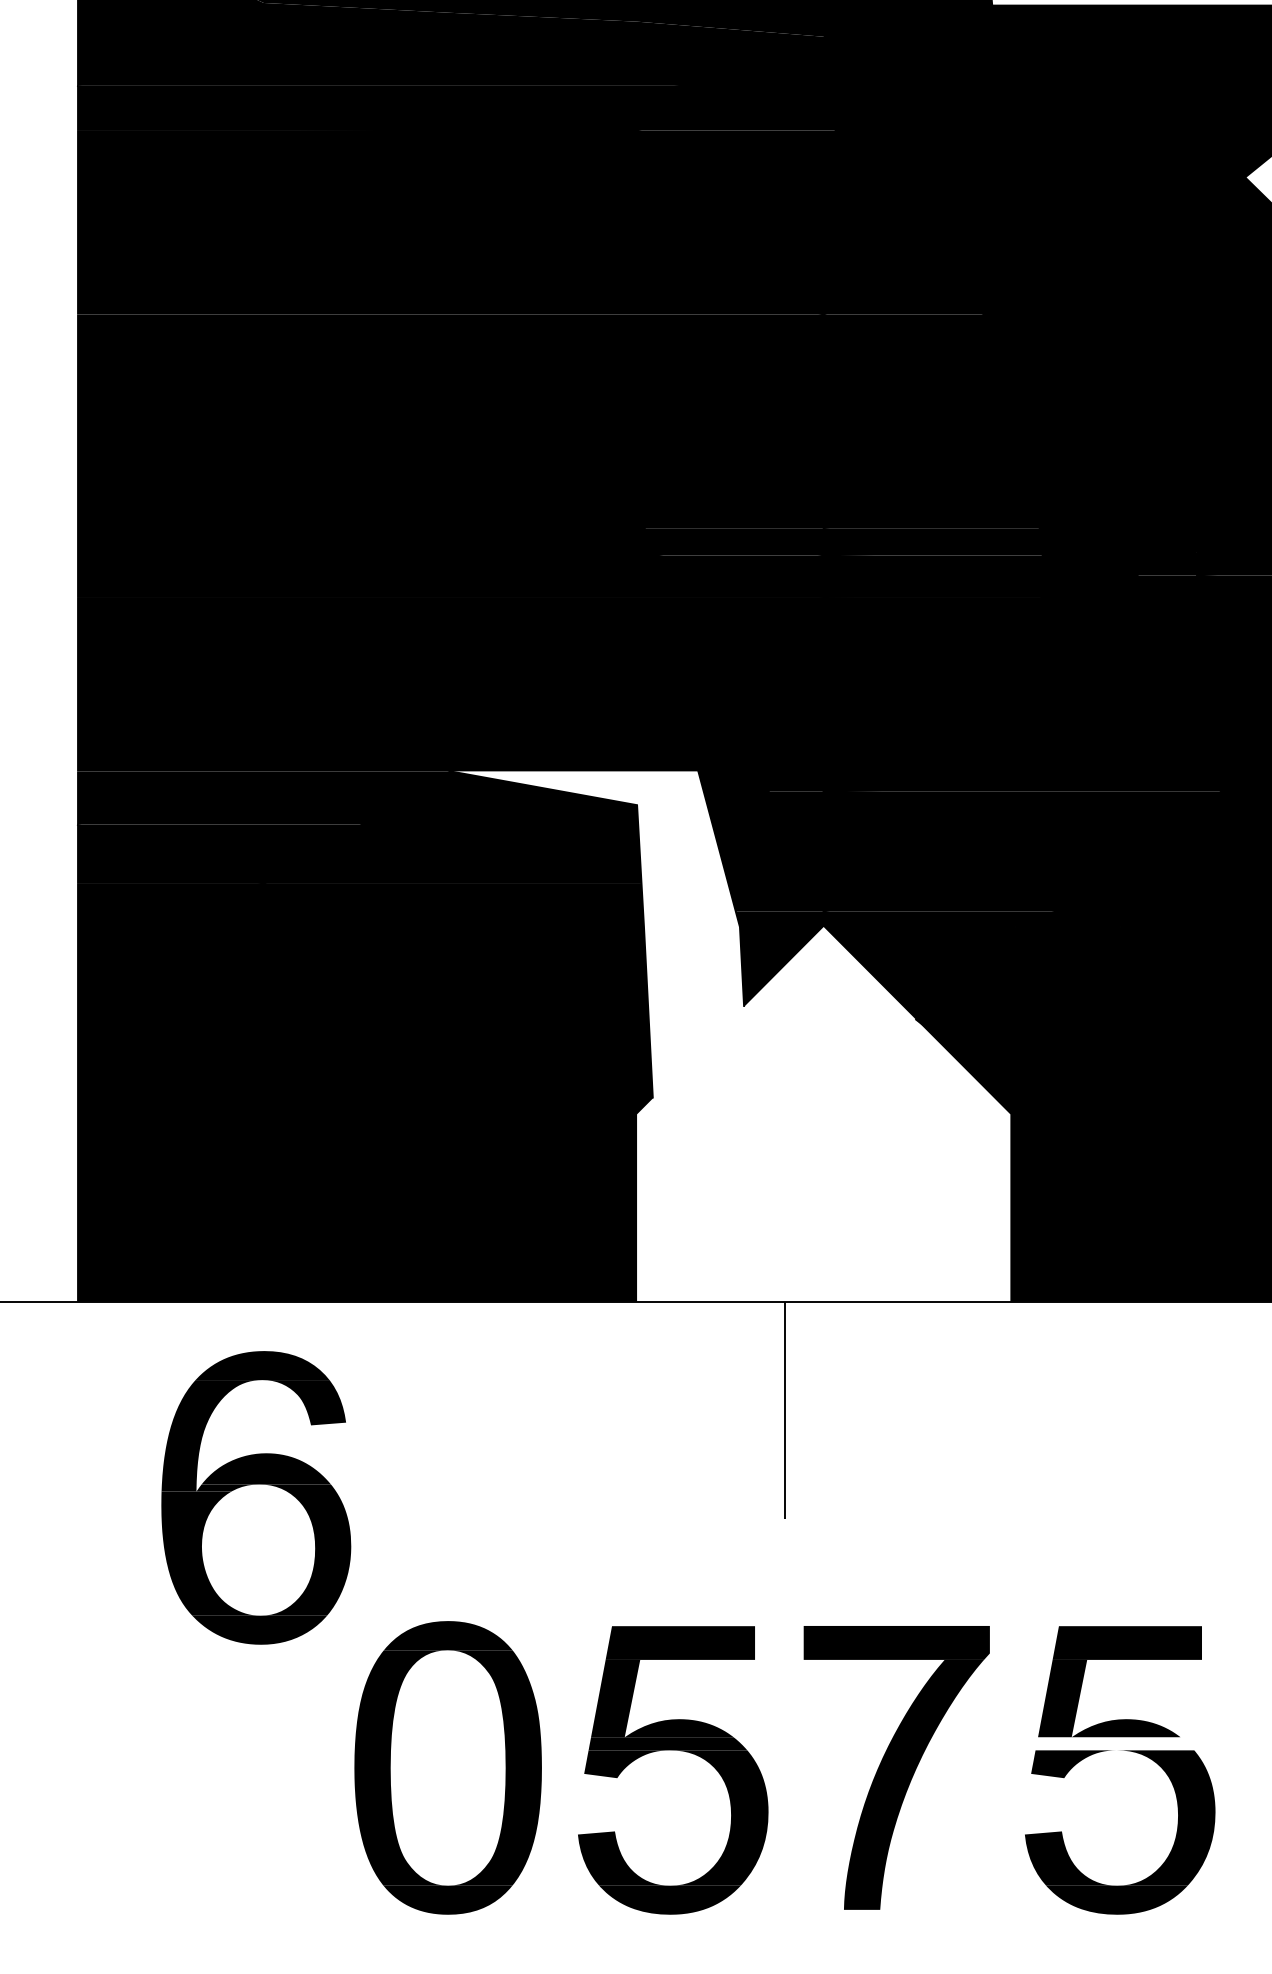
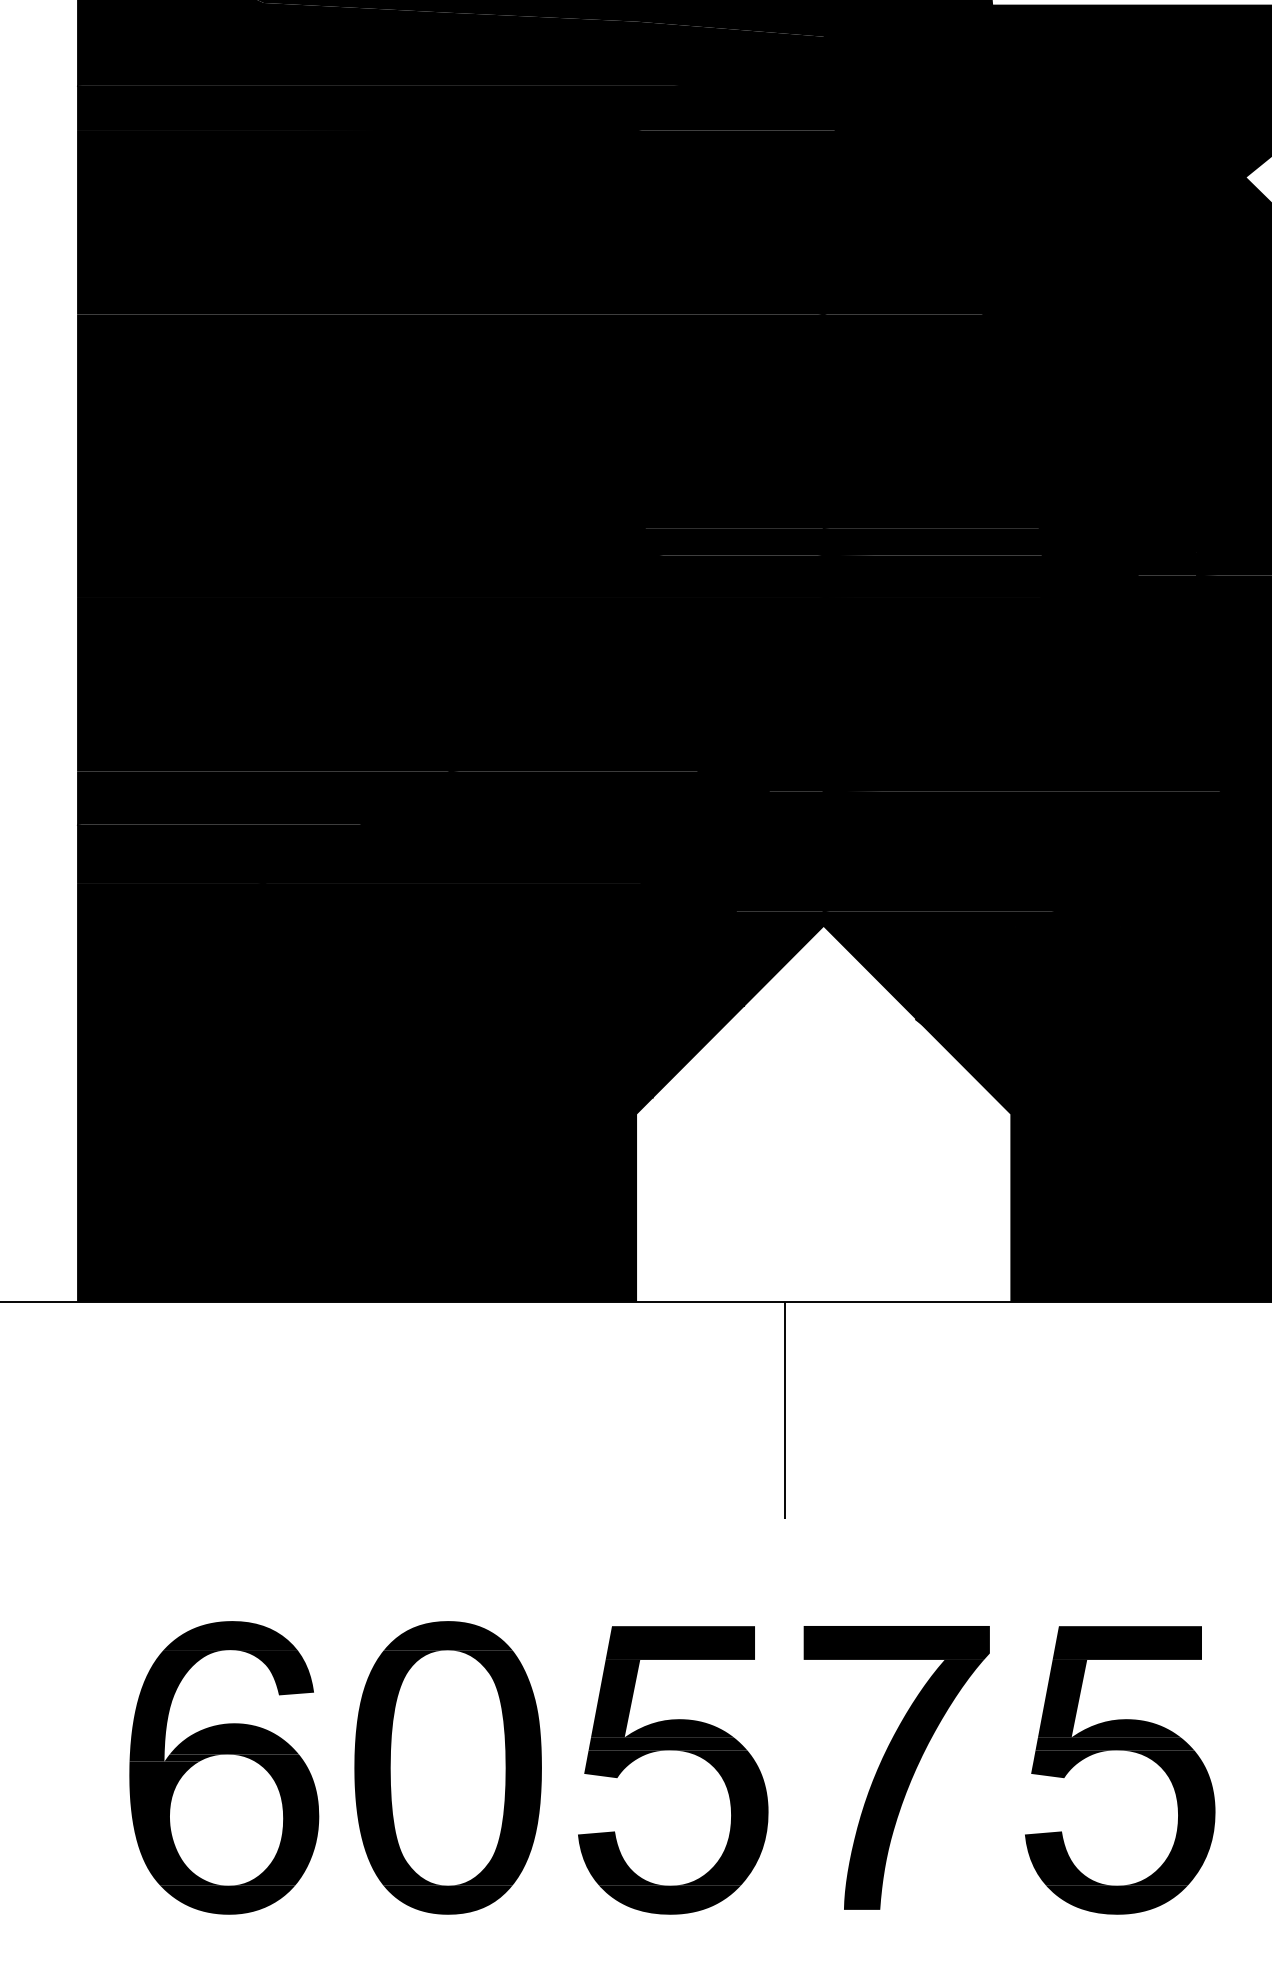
fill at (597, 942): none -> present
part at (256, 1497) position: (256, 1497) -> (224, 1767)
fill at (1114, 1743): none -> present
